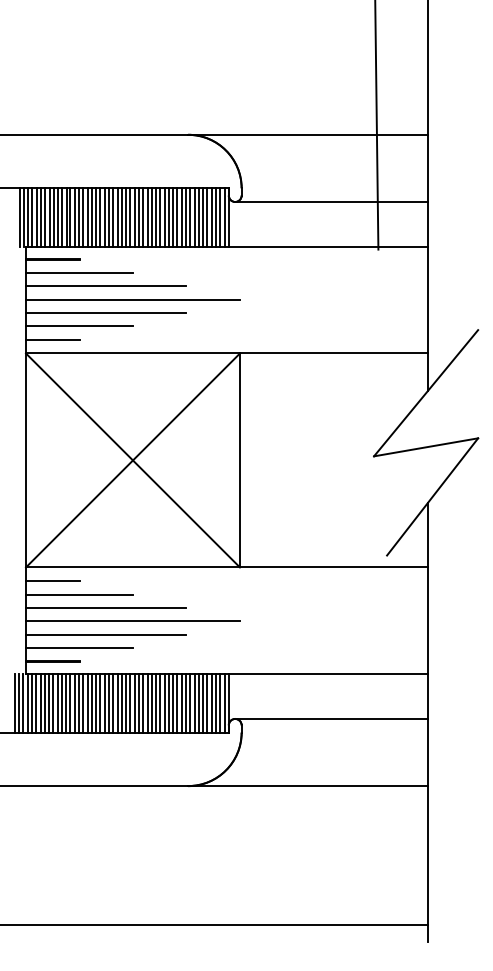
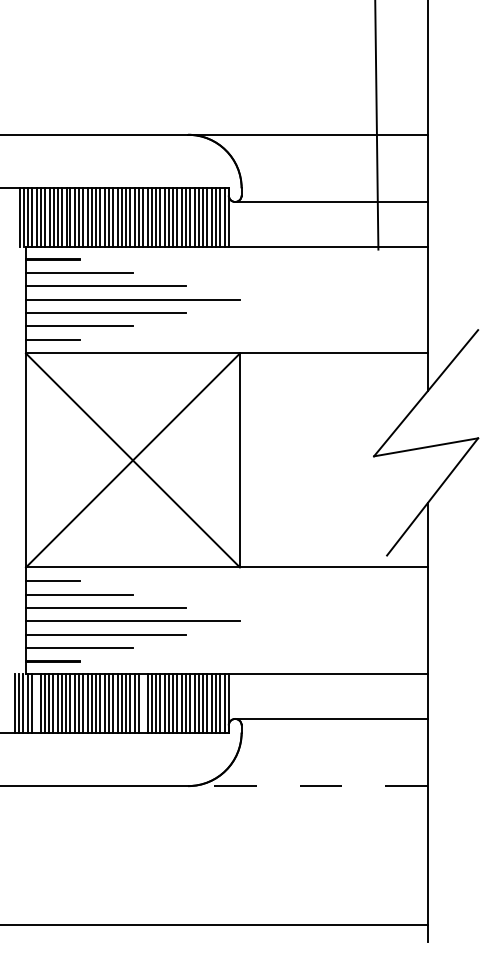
line at (36, 703): present -> none
line at (143, 703): present -> none
line at (308, 786): solid -> dashed
